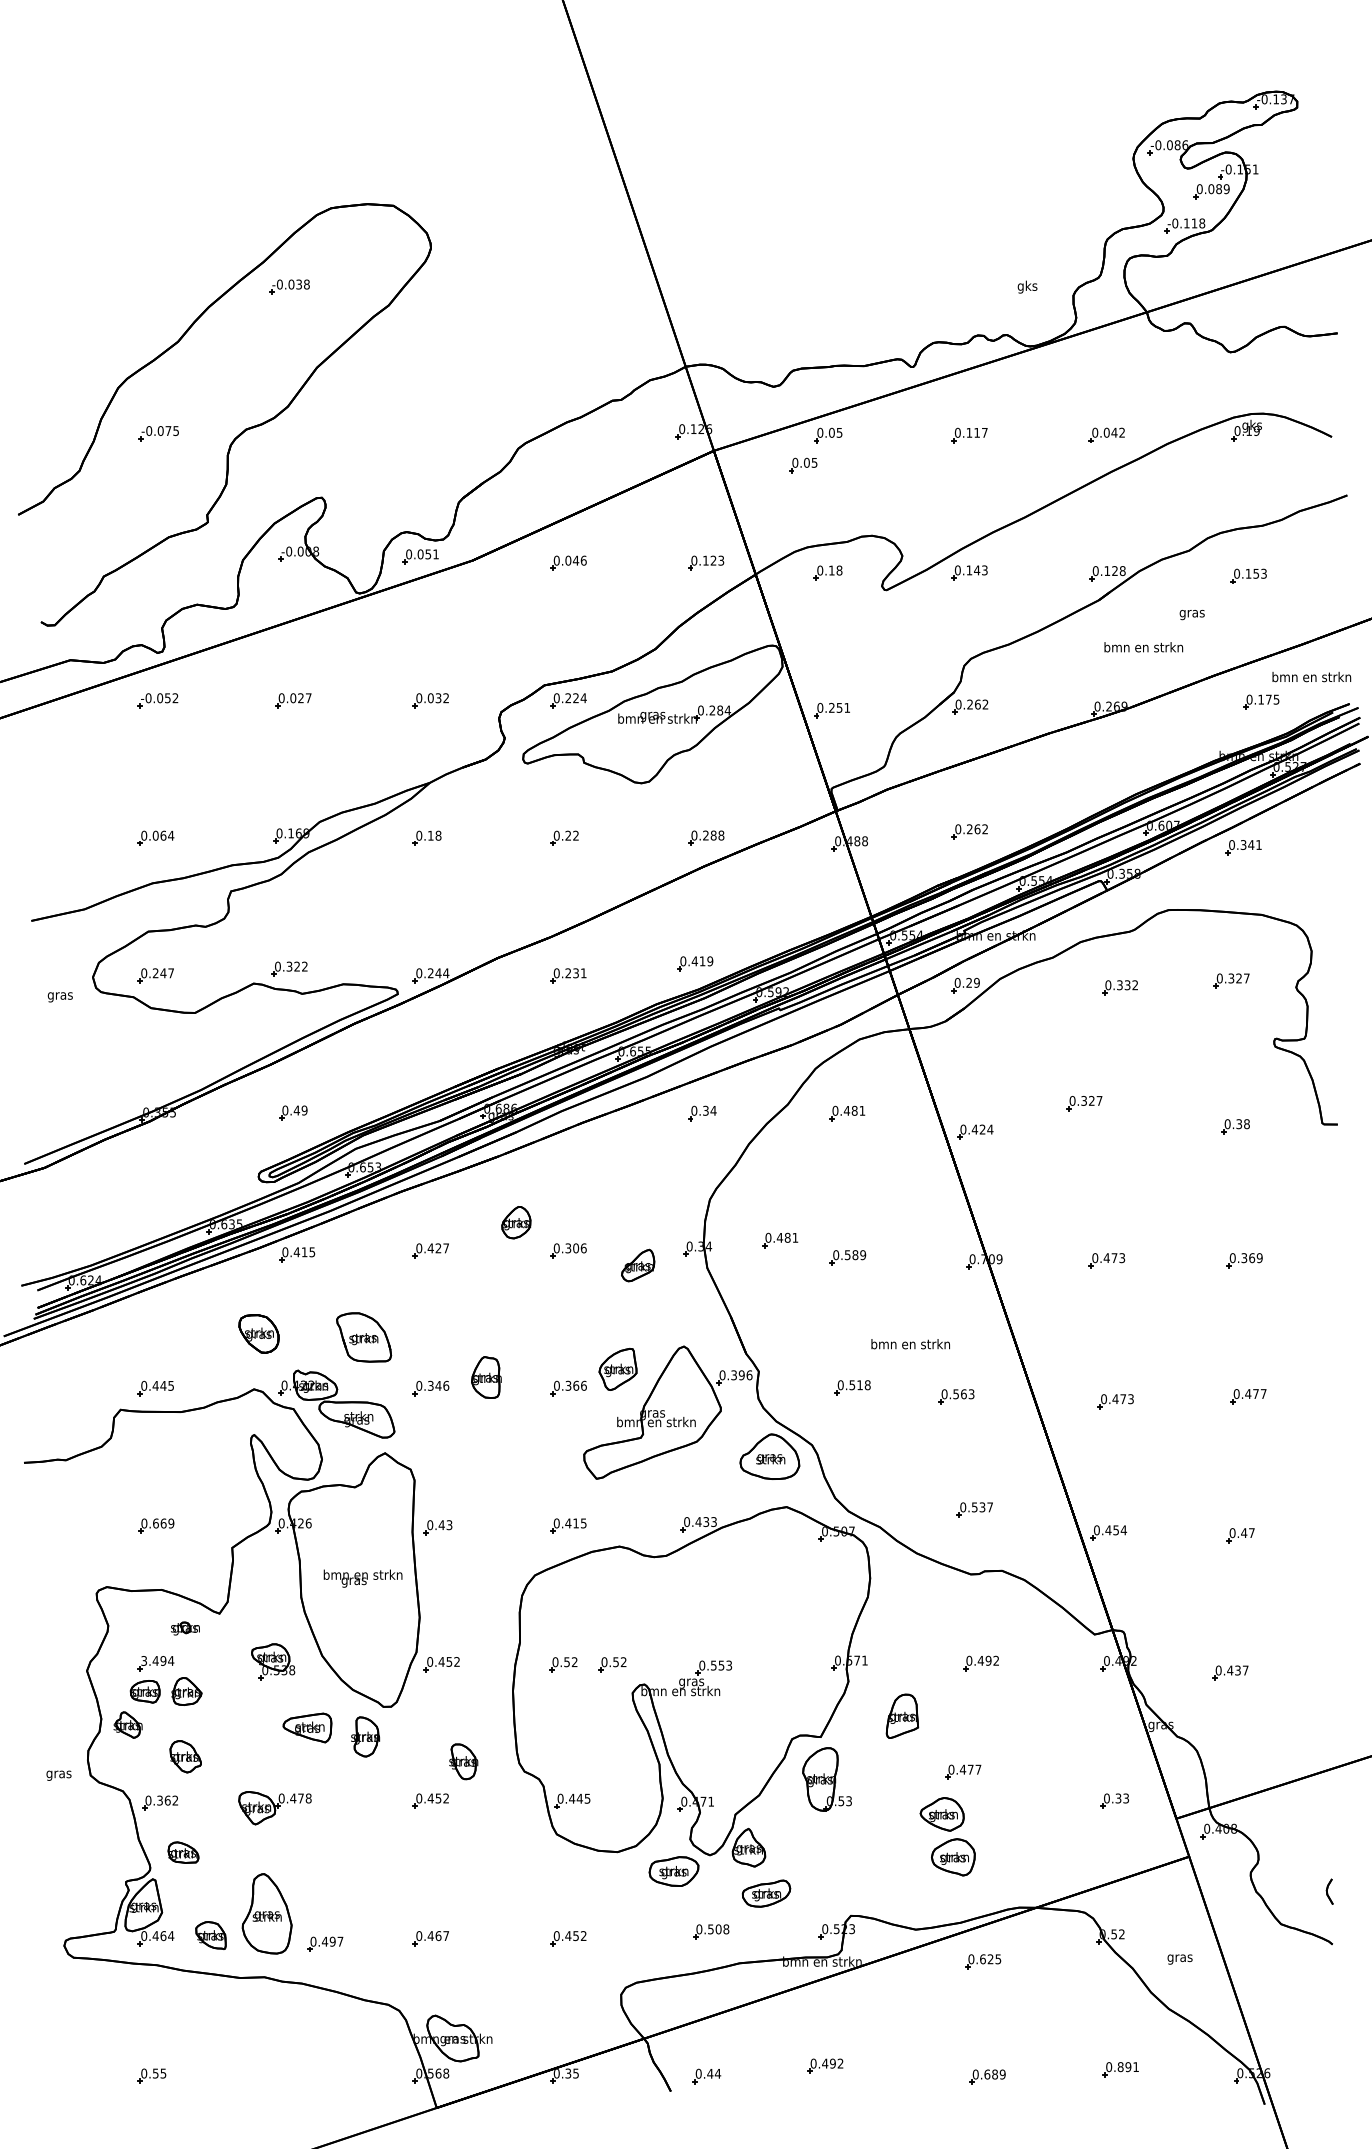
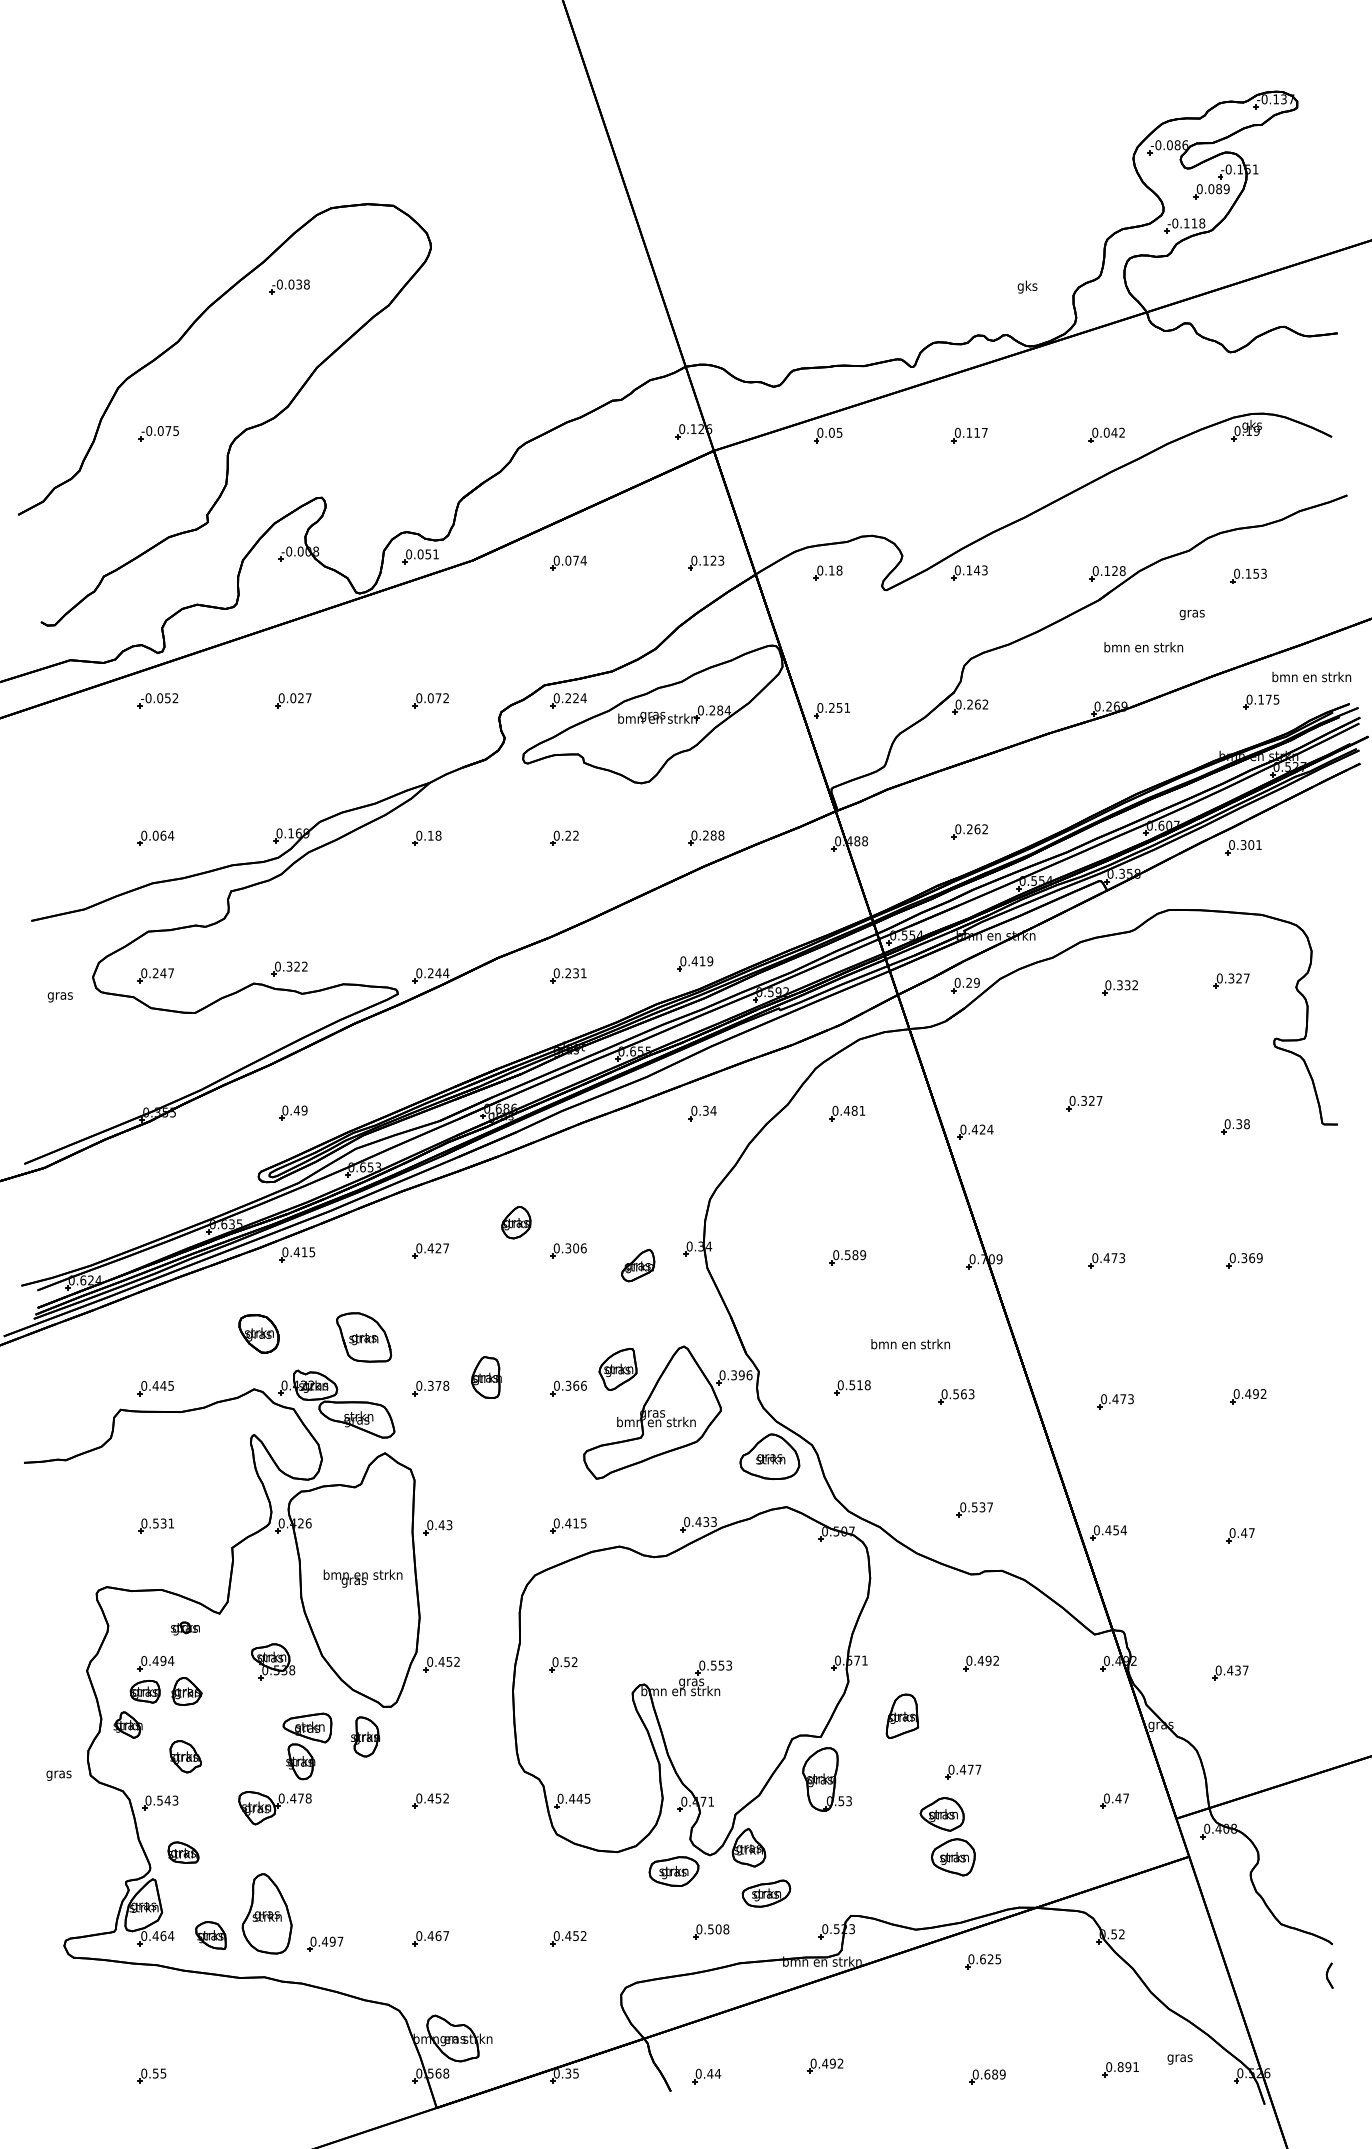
part at (803, 465): present -> none
text at (579, 560): 0.046 -> 0.074
text at (438, 698): 0.032 -> 0.072
text at (1251, 844): 0.341 -> 0.301
part at (780, 1240): present -> none
text at (442, 1385): 0.346 -> 0.378
text at (1259, 1394): 0.477 -> 0.492
text at (163, 1523): 0.669 -> 0.531
text at (144, 1660): 3.494 -> 0.494
part at (612, 1664): present -> none
part at (463, 1761) position: (463, 1761) -> (300, 1761)
text at (1122, 1798): 0.33 -> 0.47
text at (167, 1800): 0.362 -> 0.543
part at (1329, 1891) position: (1329, 1891) -> (1329, 1975)
text at (1179, 1959) position: (1179, 1959) -> (1179, 2059)
